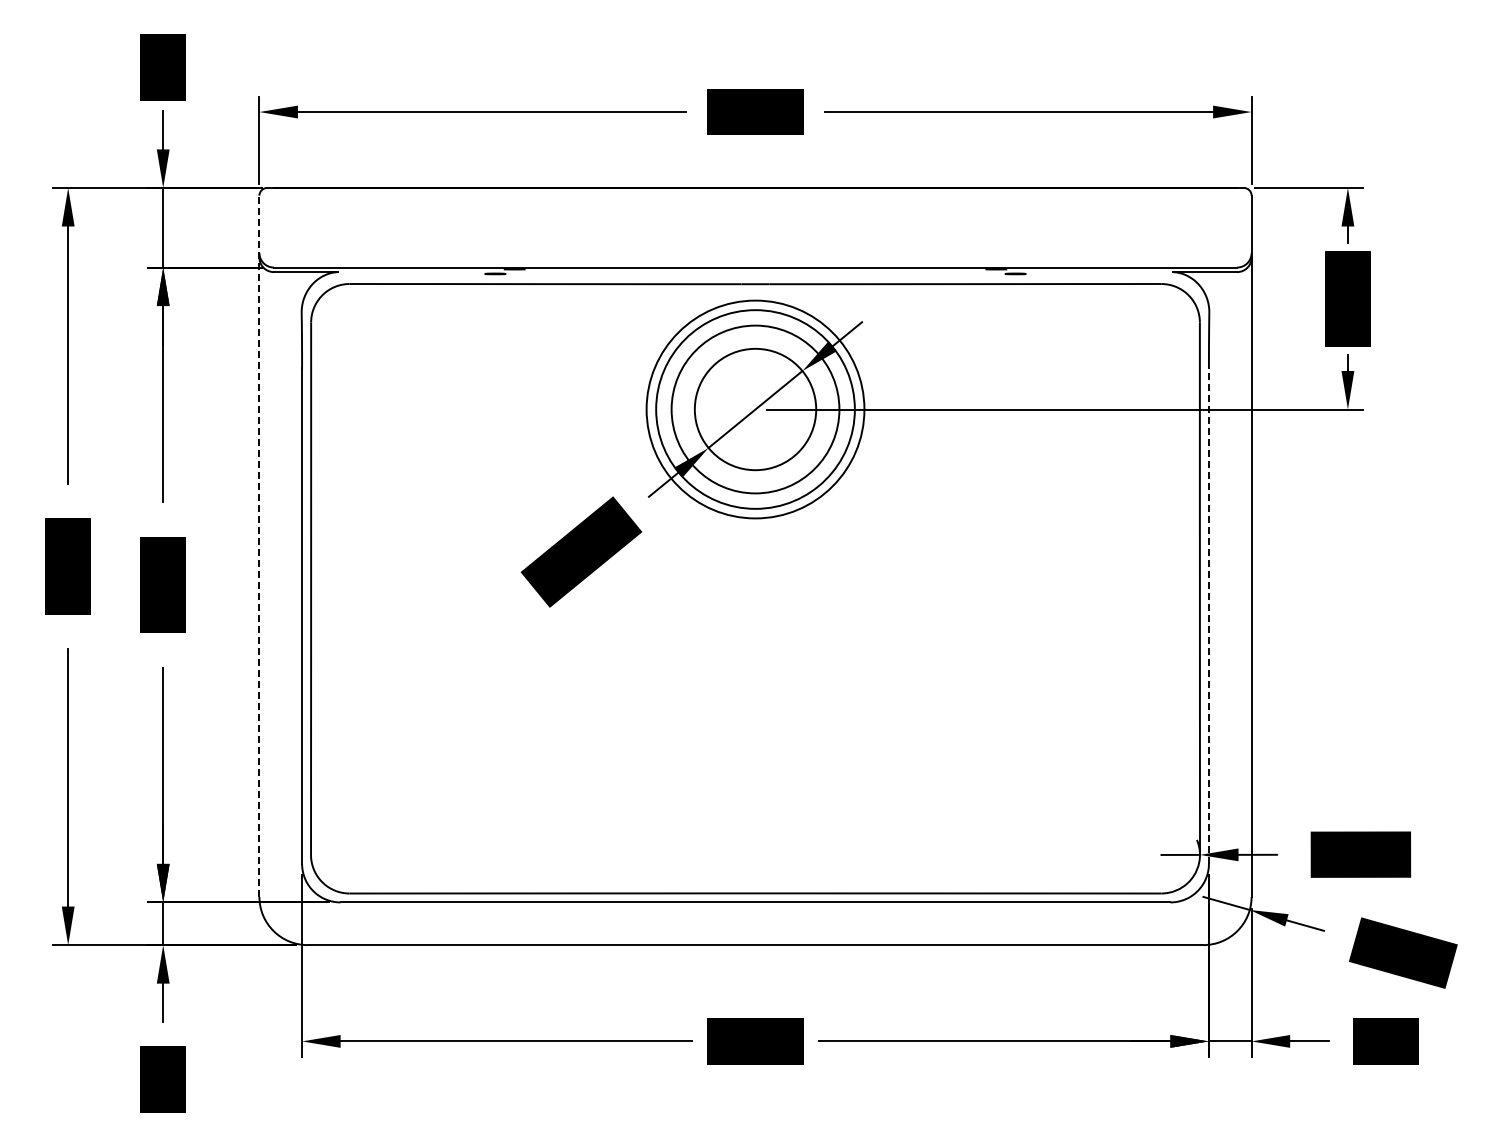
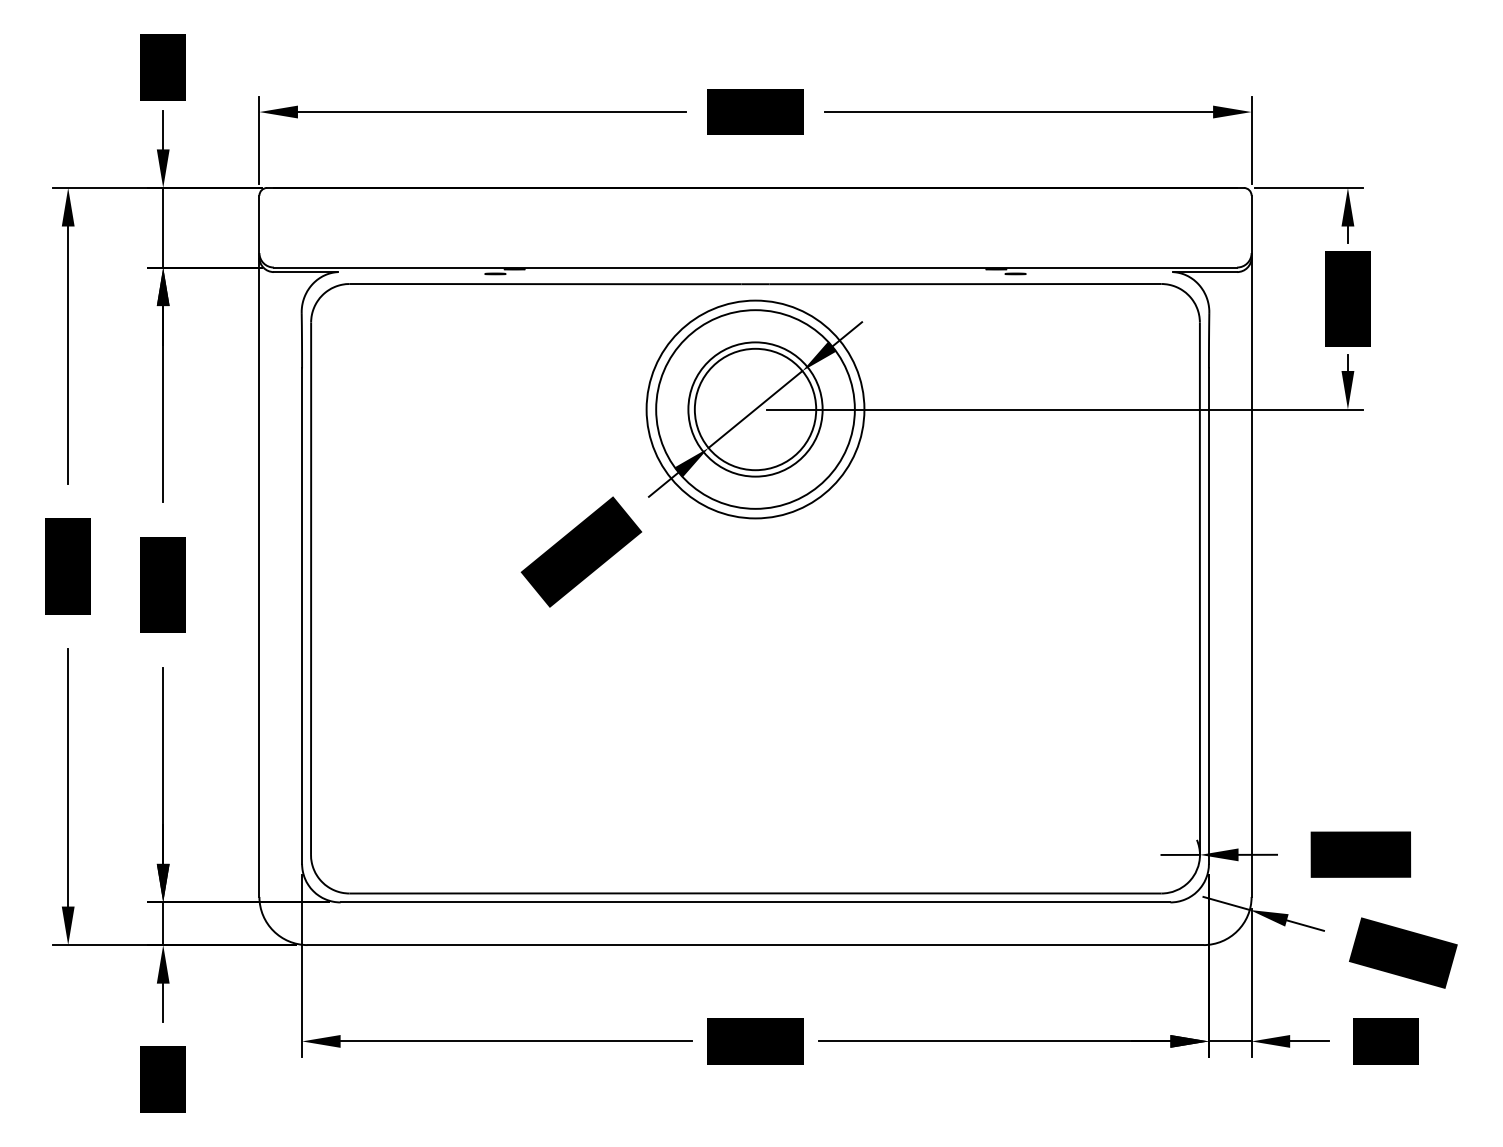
circle at (755, 409) diameter: 168 px -> 134 px
line at (259, 546): dashed -> solid
line at (1208, 616): dashed -> solid
